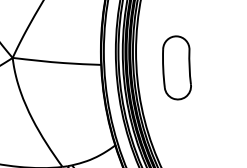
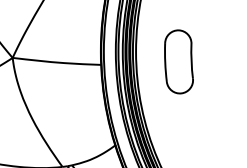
part at (176, 67) position: (176, 67) -> (178, 61)
